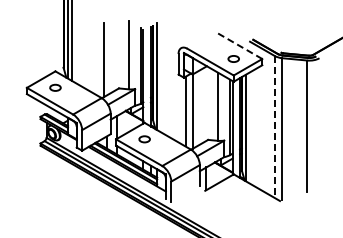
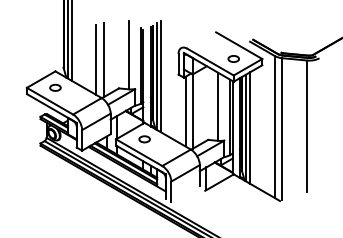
line at (239, 45): dashed -> solid
line at (96, 59): none -> present
line at (160, 76): none -> present
line at (250, 127): none -> present
line at (274, 127): dashed -> solid
